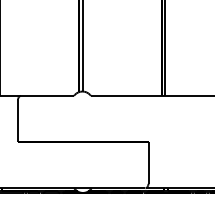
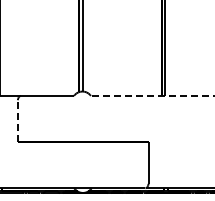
line at (152, 95): solid -> dashed
line at (17, 121): solid -> dashed
